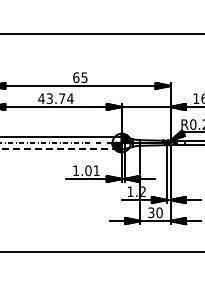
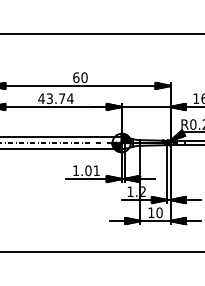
text at (84, 77): 65 -> 60
line at (60, 149): dashed -> solid
text at (151, 212): 30 -> 10
